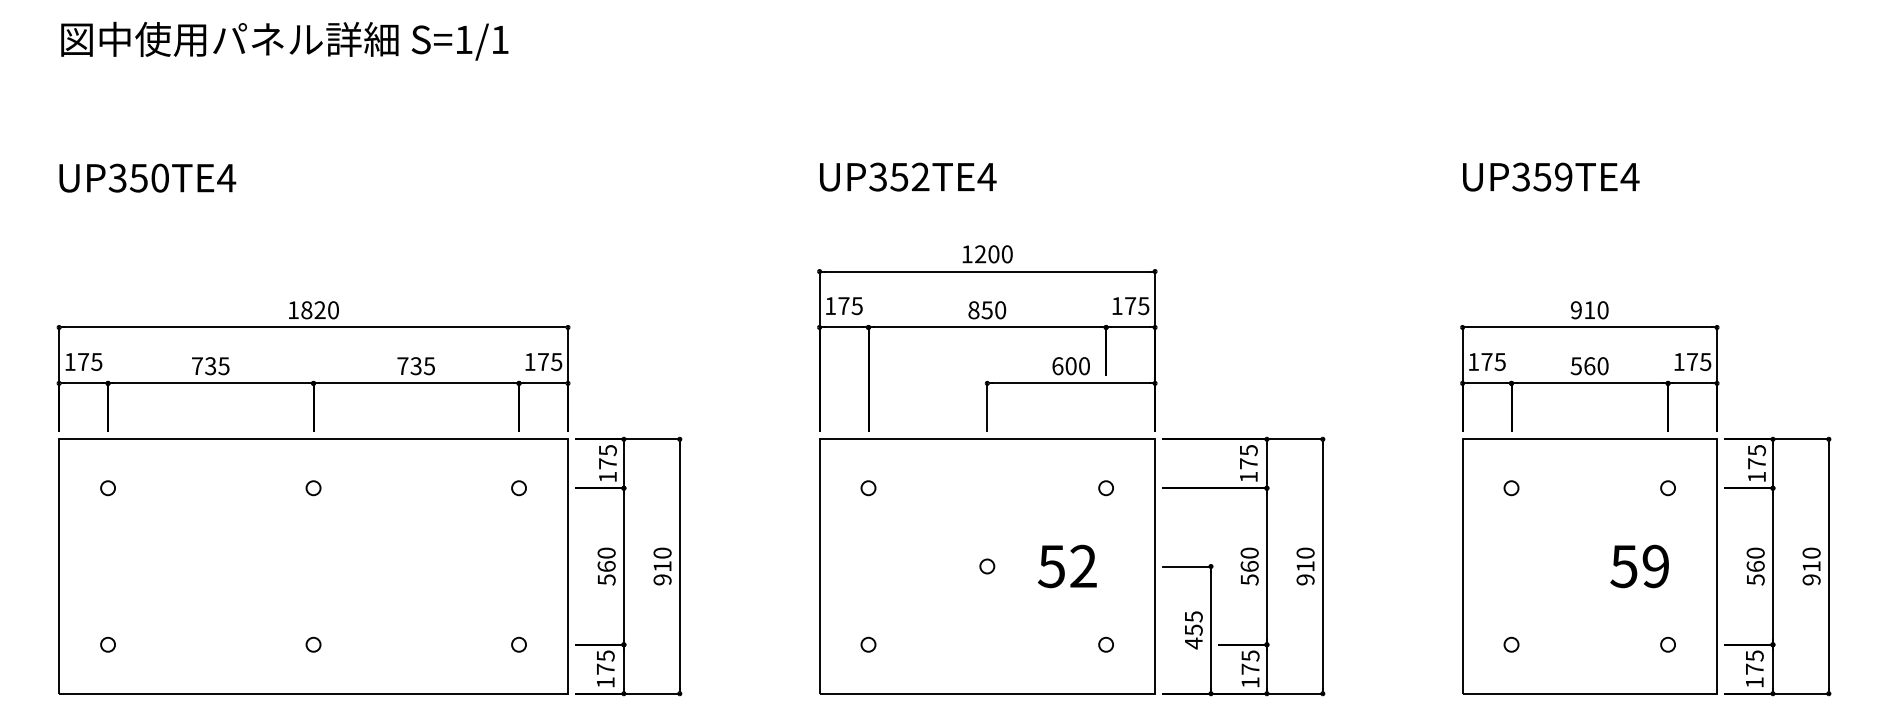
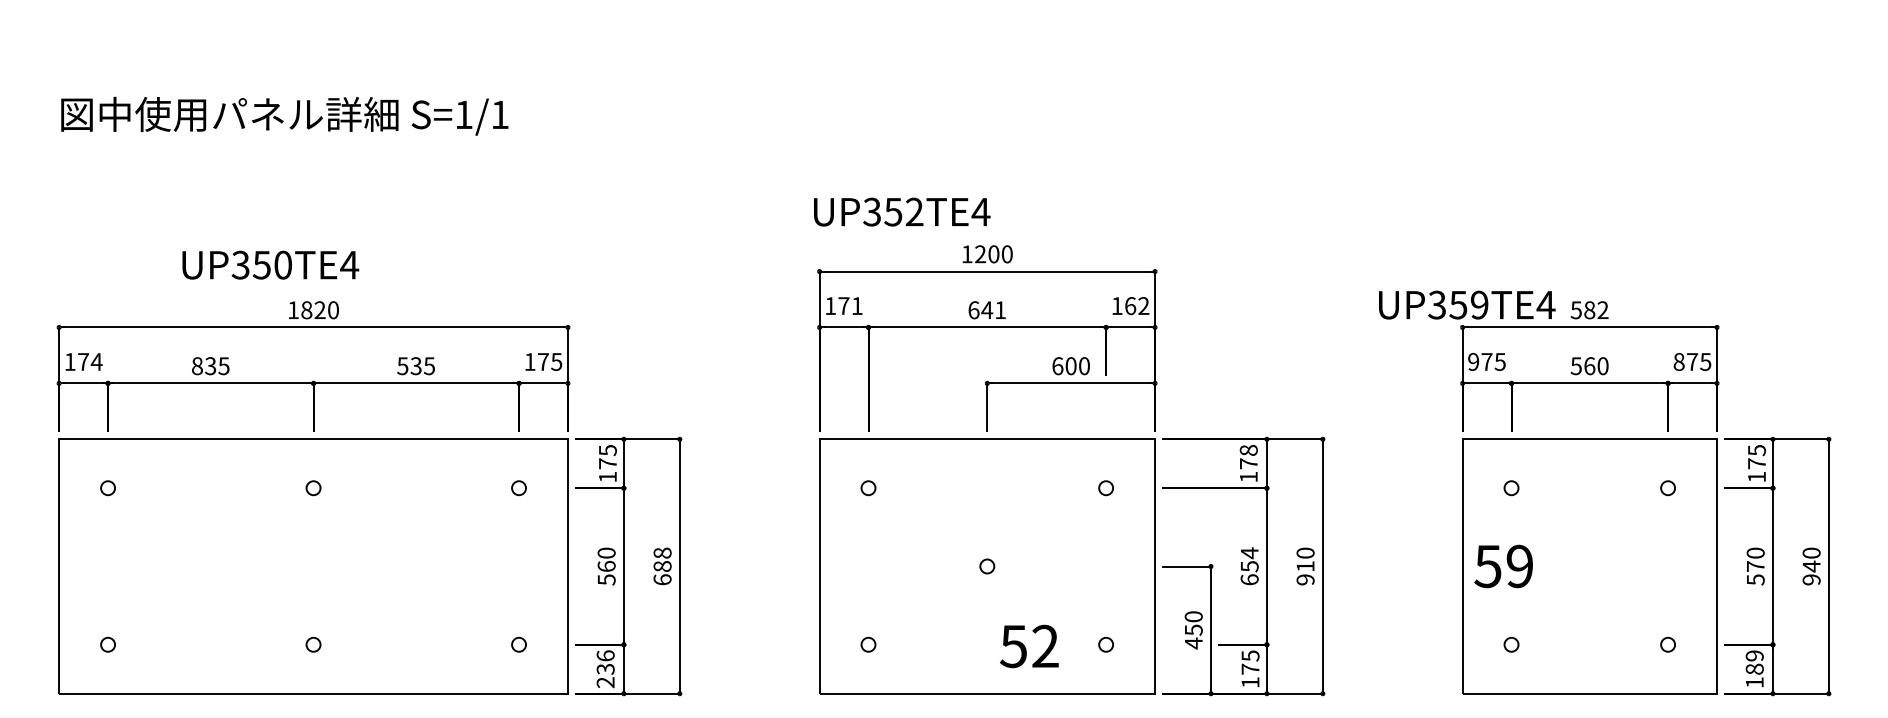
text at (284, 40) position: (284, 40) -> (284, 115)
text at (908, 176) position: (908, 176) -> (902, 211)
text at (1551, 176) position: (1551, 176) -> (1467, 304)
text at (147, 177) position: (147, 177) -> (270, 264)
text at (856, 306): 175 -> 171
text at (1137, 306): 175 -> 162
text at (987, 310): 850 -> 641
text at (1589, 310): 910 -> 582
text at (1473, 361): 175 -> 975
text at (96, 362): 175 -> 174
text at (1678, 362): 175 -> 875
text at (197, 366): 735 -> 835
text at (402, 366): 735 -> 535
text at (1248, 450): 175 -> 178
text at (1755, 565): 560 -> 570
text at (662, 566): 910 -> 688
text at (1067, 566) position: (1067, 566) -> (1029, 646)
text at (1249, 566): 560 -> 654
text at (1639, 566) position: (1639, 566) -> (1503, 566)
text at (1811, 566): 910 -> 940
text at (1193, 616): 455 -> 450
text at (1754, 662): 175 -> 189
text at (605, 669): 175 -> 236
